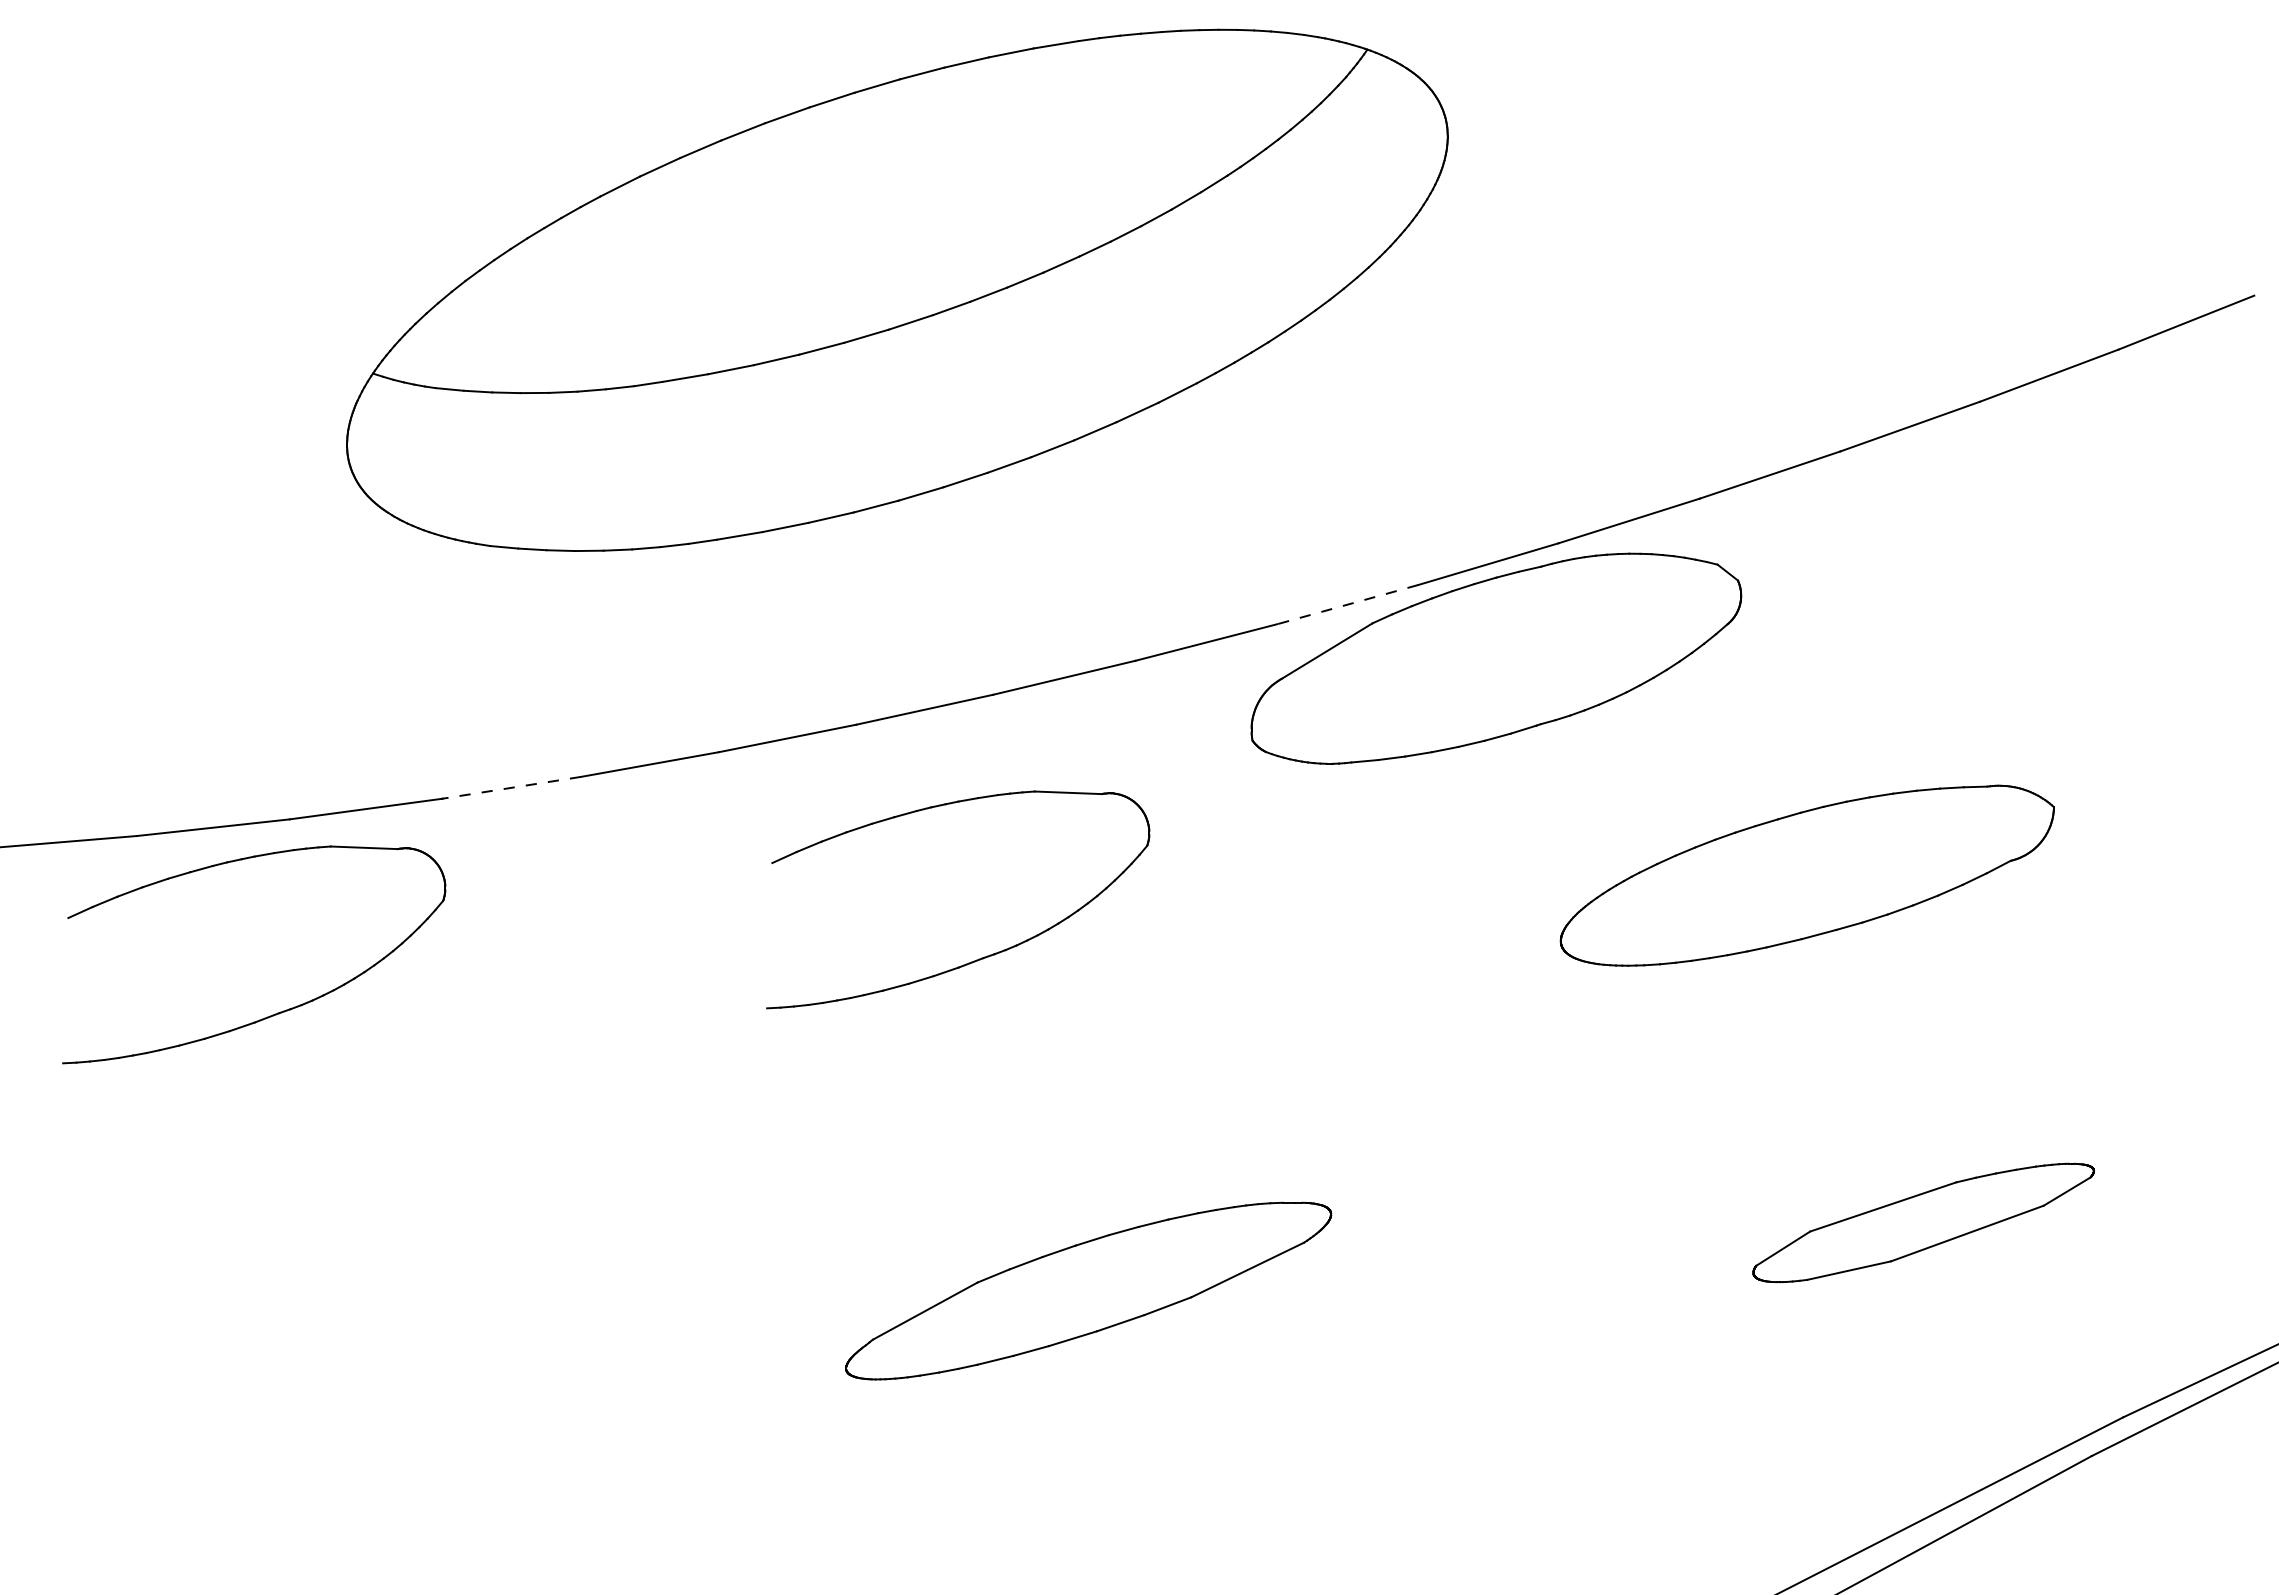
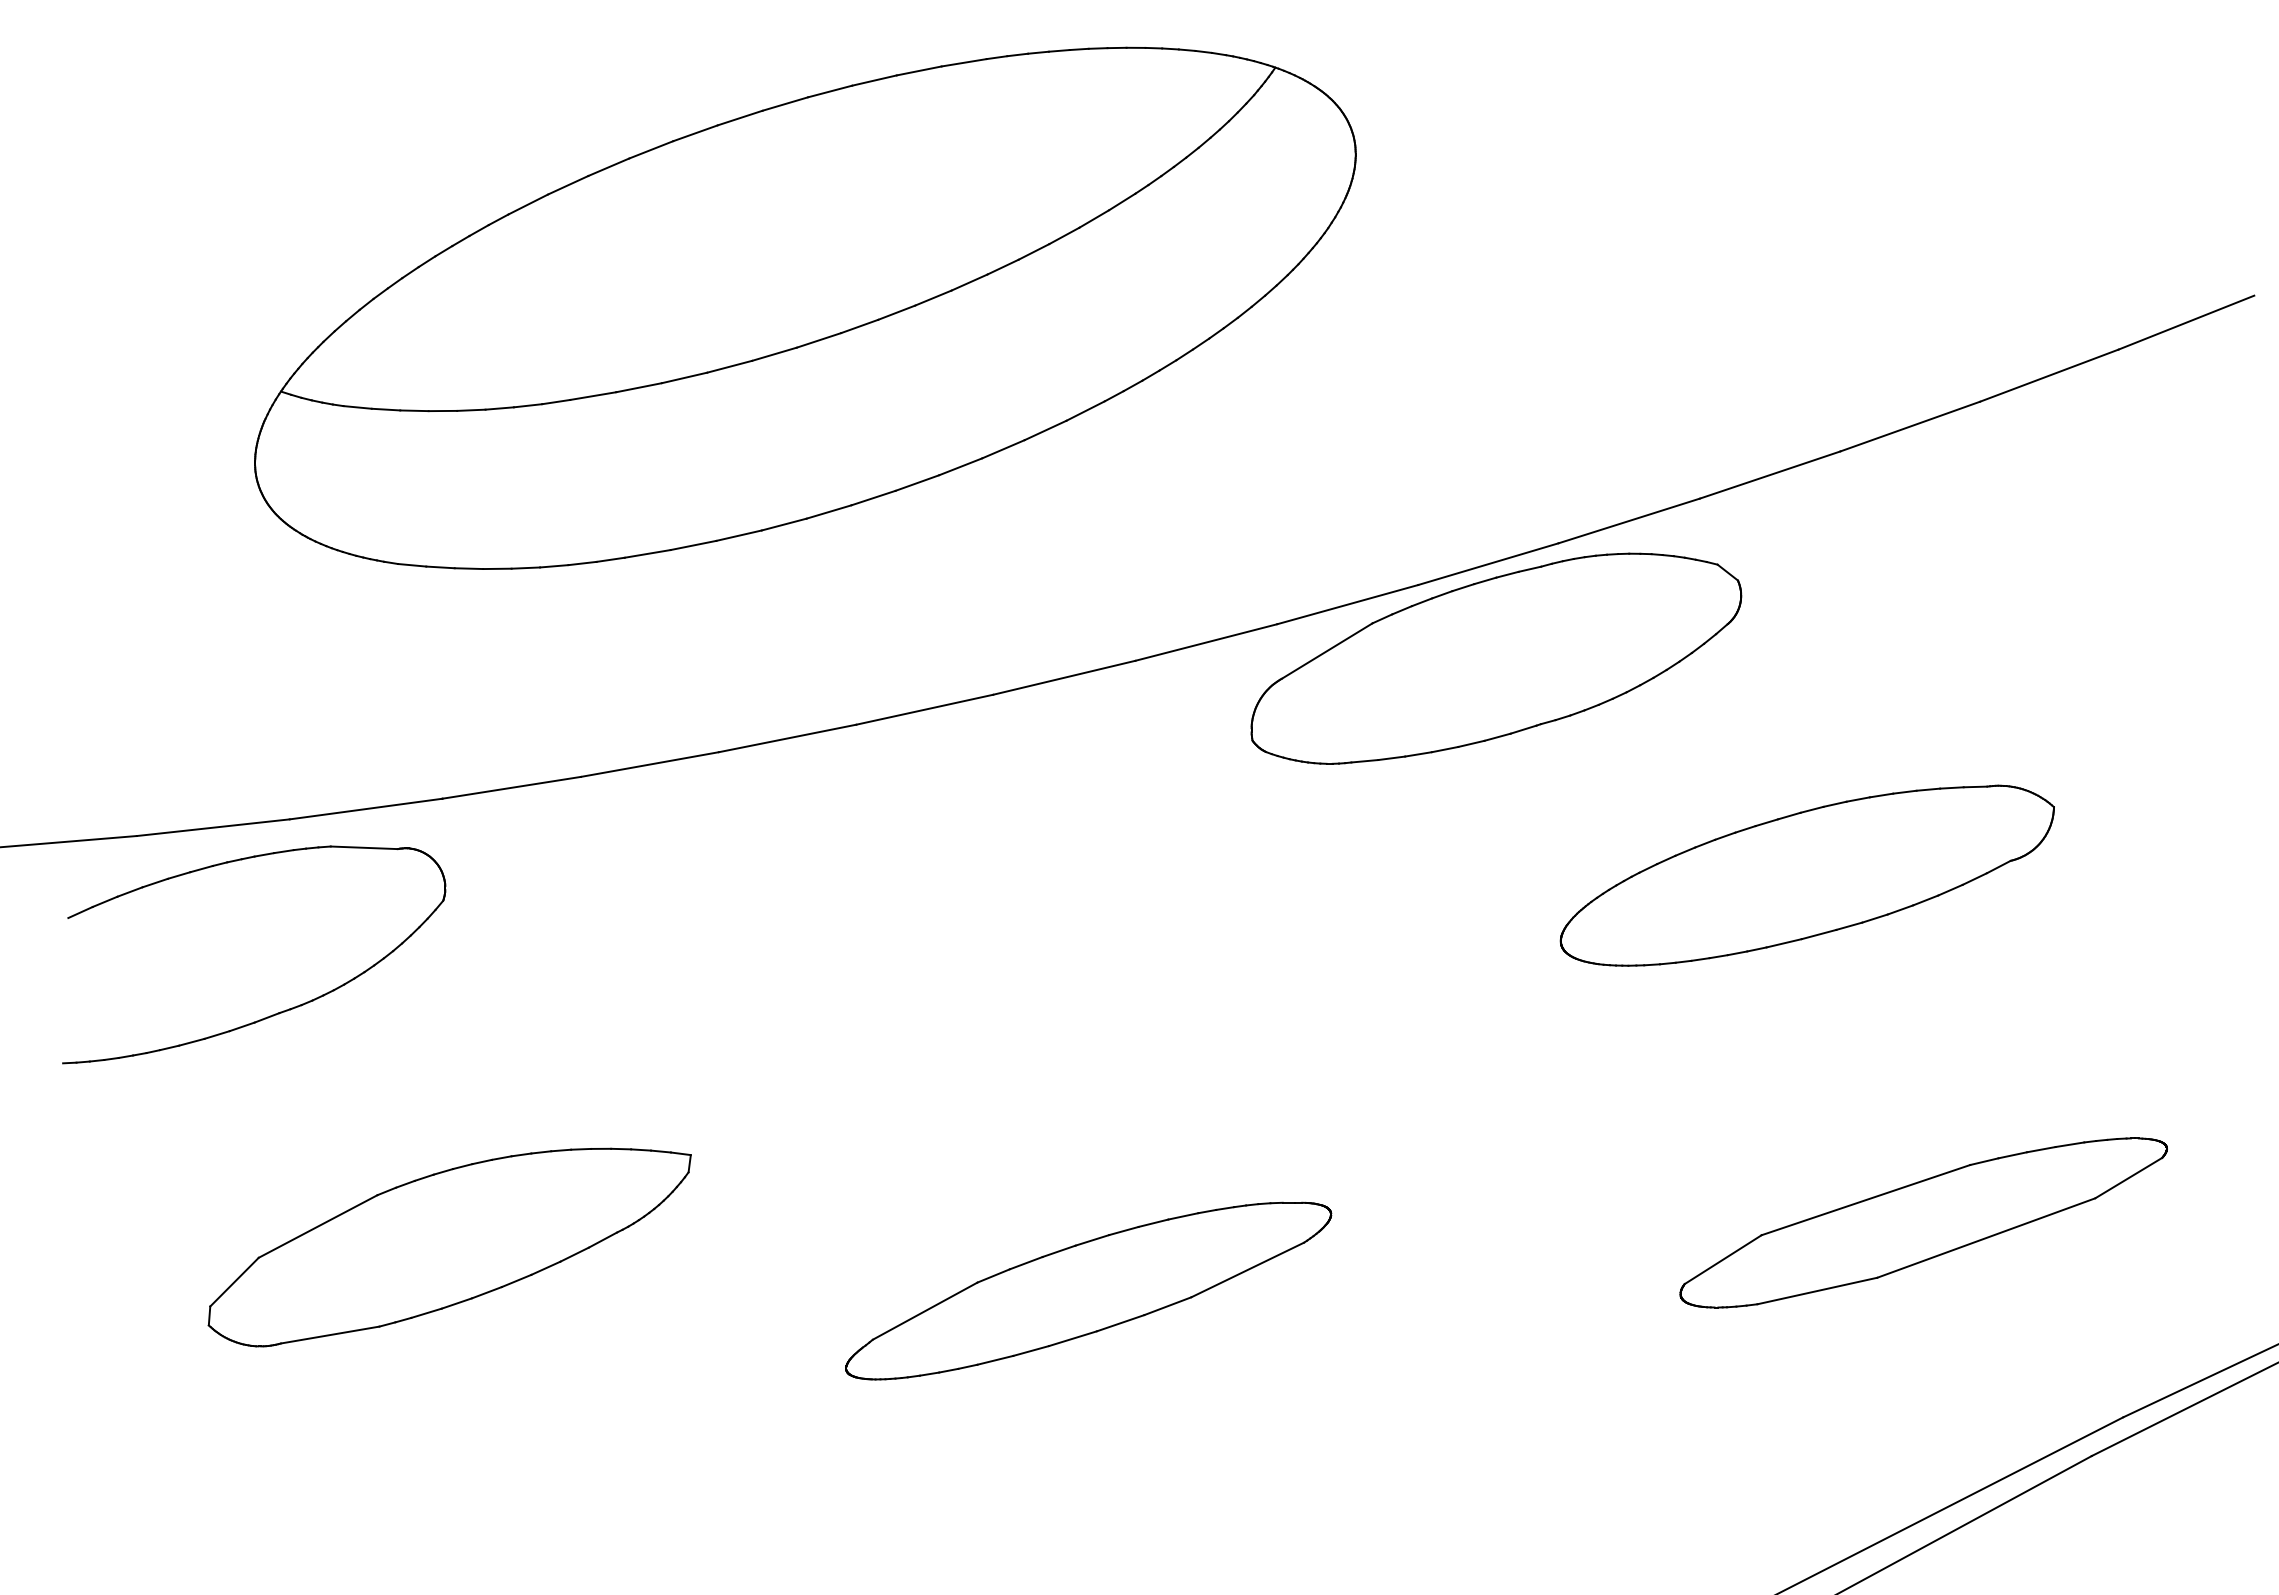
part at (897, 289) position: (897, 289) -> (805, 307)
line at (1347, 604): dashed -> solid
line at (511, 787): dashed -> solid
part at (981, 957): present -> none
part at (1923, 1222) size: 343x122 px -> 489x172 px
part at (449, 1247): none -> present
